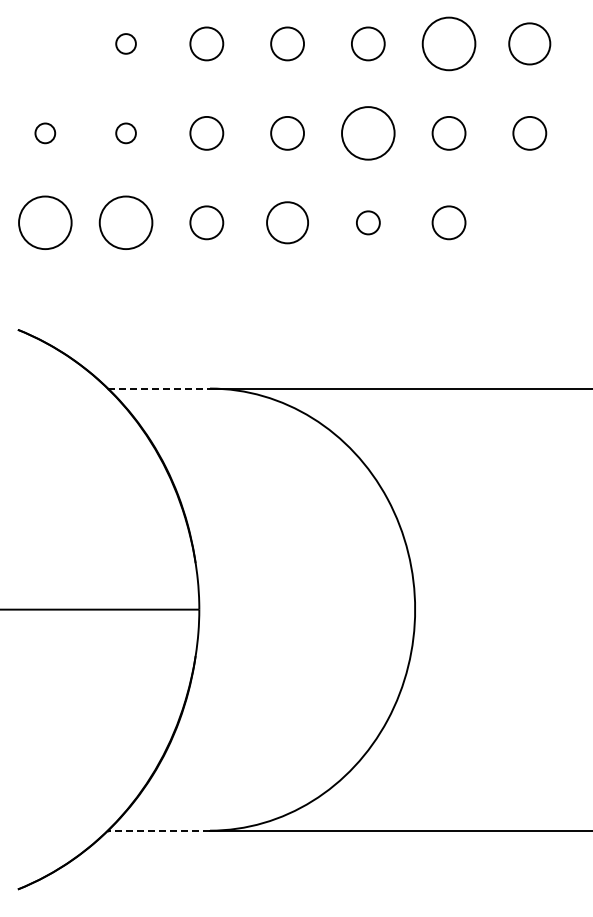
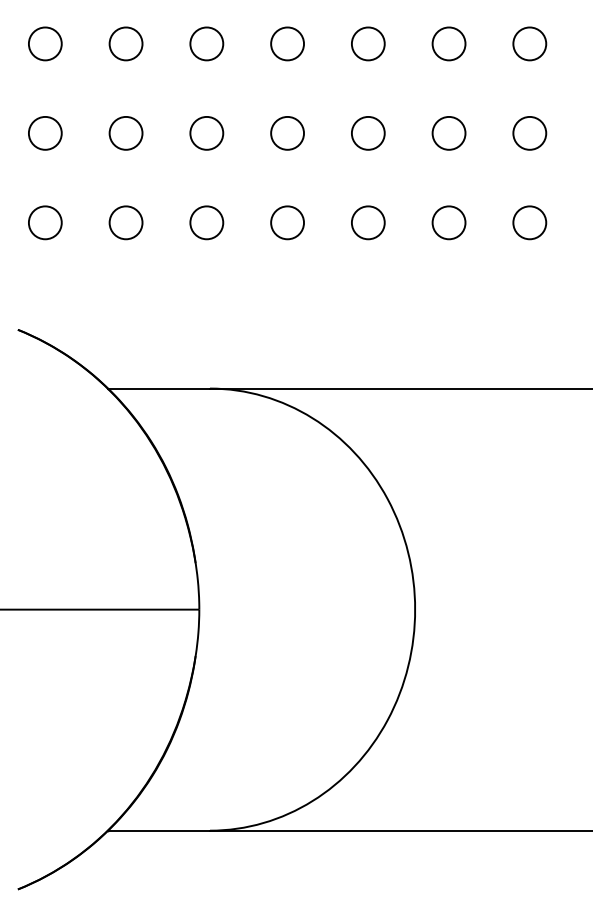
circle at (45, 43): none -> present
circle at (125, 43) diameter: 20 px -> 33 px
circle at (448, 43) diameter: 53 px -> 33 px
circle at (529, 43) size: 44x44 px -> 36x36 px
circle at (45, 133) diameter: 20 px -> 33 px
circle at (125, 133) diameter: 20 px -> 33 px
circle at (368, 133) diameter: 53 px -> 33 px
circle at (45, 222) diameter: 53 px -> 33 px
circle at (125, 222) diameter: 53 px -> 33 px
circle at (287, 222) size: 43x44 px -> 35x36 px
circle at (368, 222) size: 25x26 px -> 35x36 px
circle at (529, 222): none -> present
line at (159, 388): dashed -> solid
line at (159, 830): dashed -> solid
